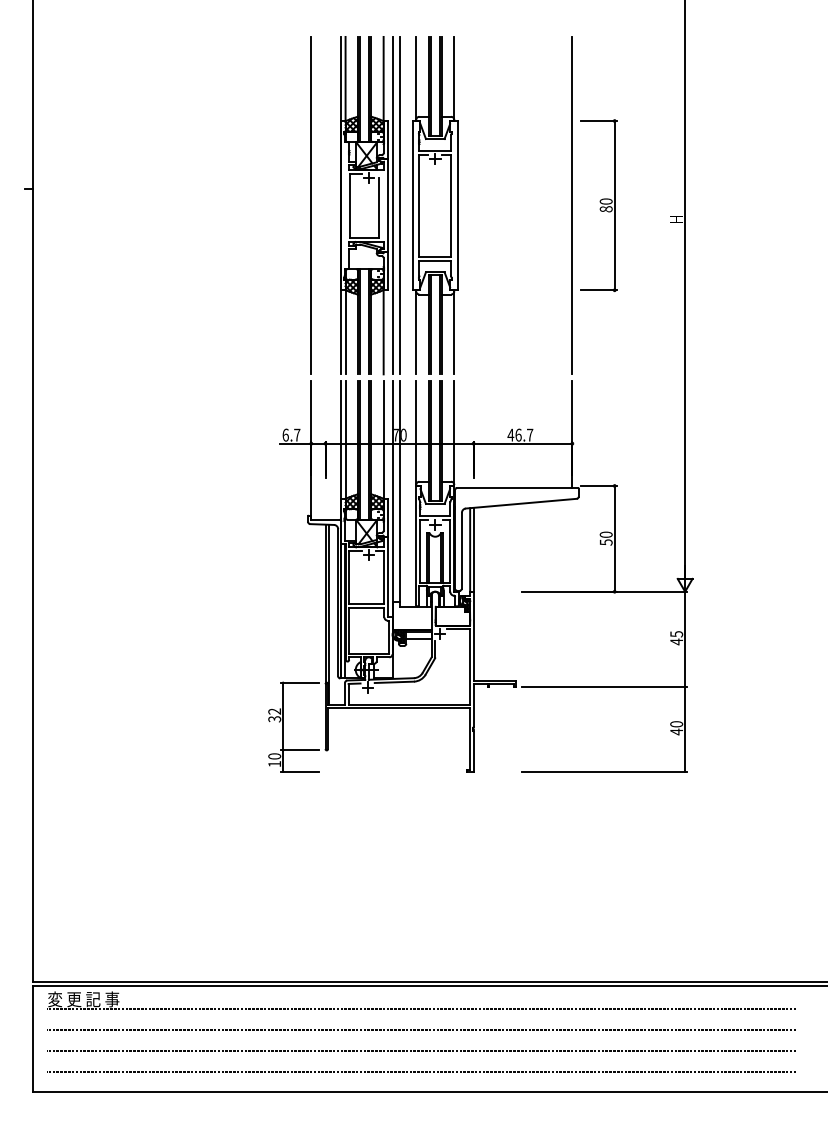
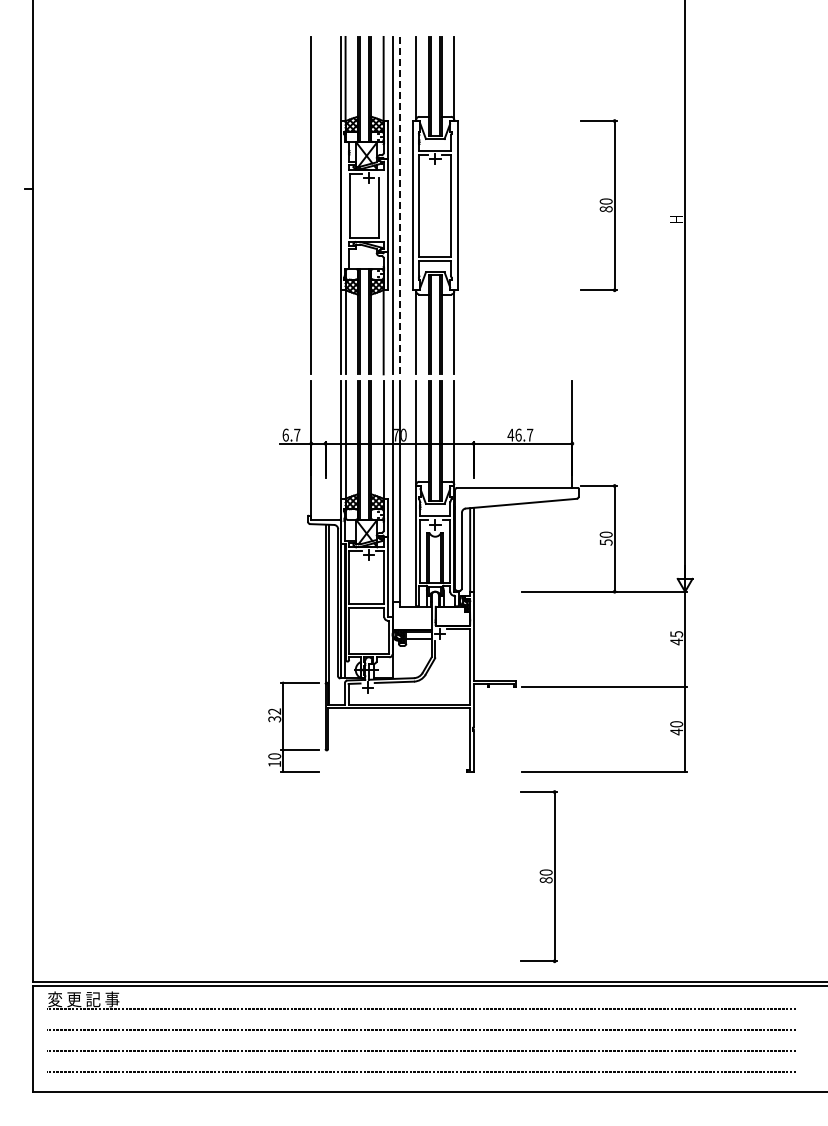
line at (399, 205): solid -> dashed
line at (572, 205): present -> none
part at (538, 876): none -> present
